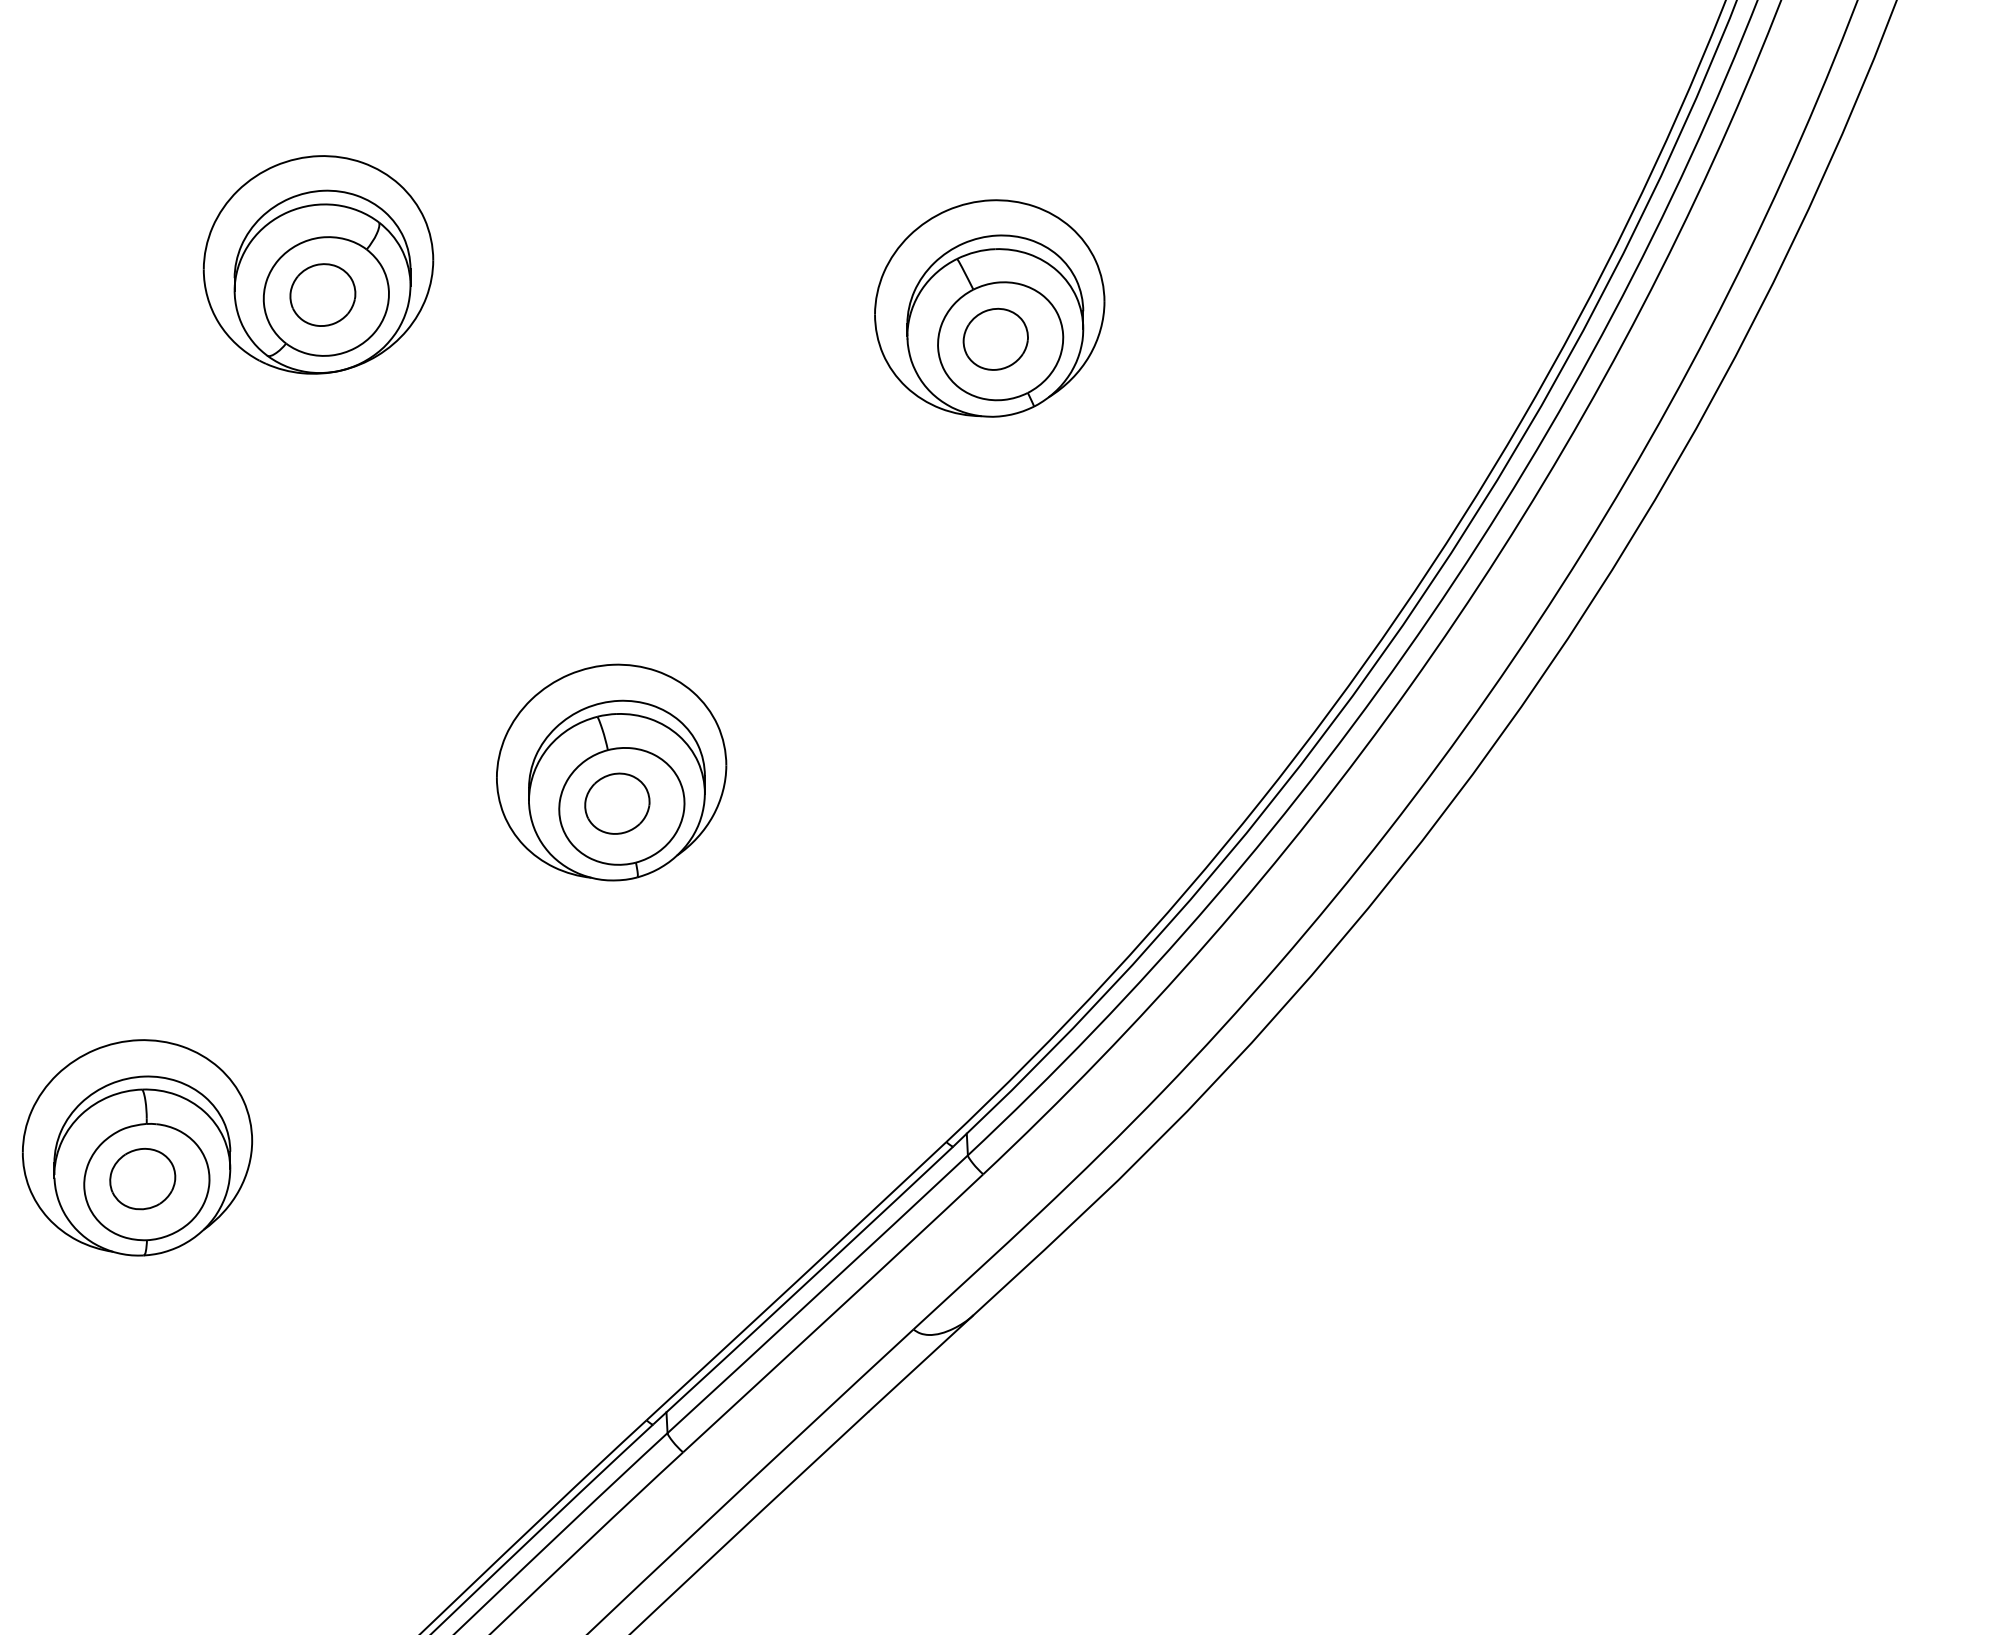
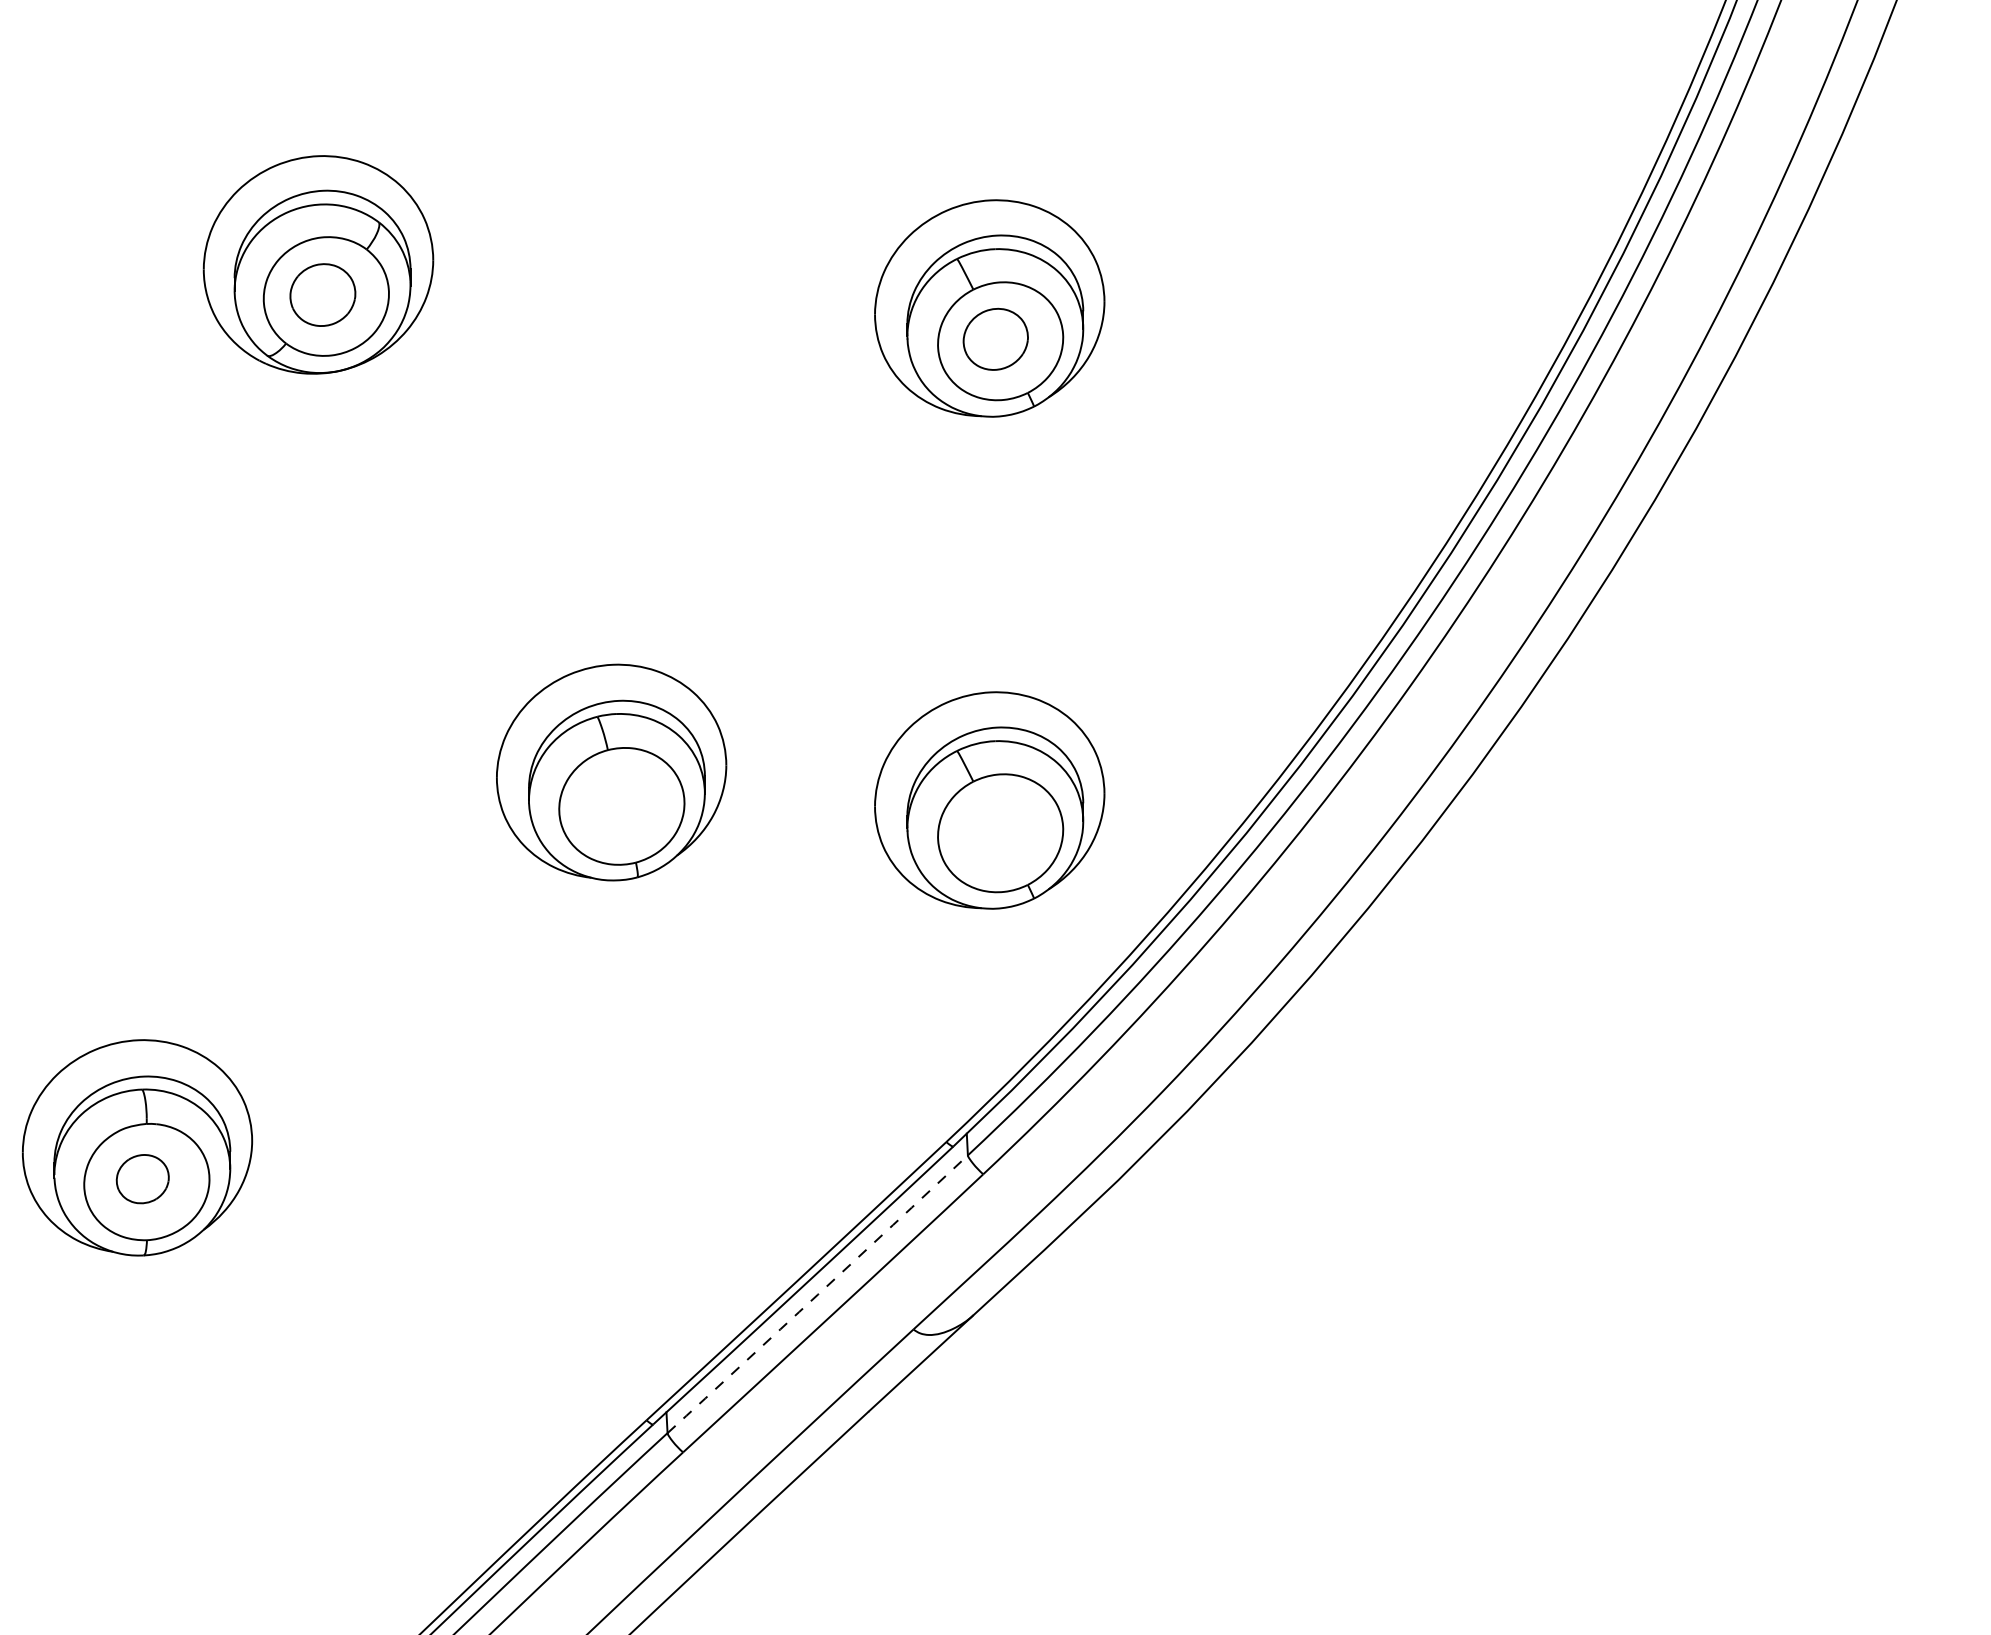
part at (989, 800): none -> present
part at (617, 803): present -> none
part at (142, 1179) size: 68x63 px -> 55x51 px
arc at (818, 1294): solid -> dashed
